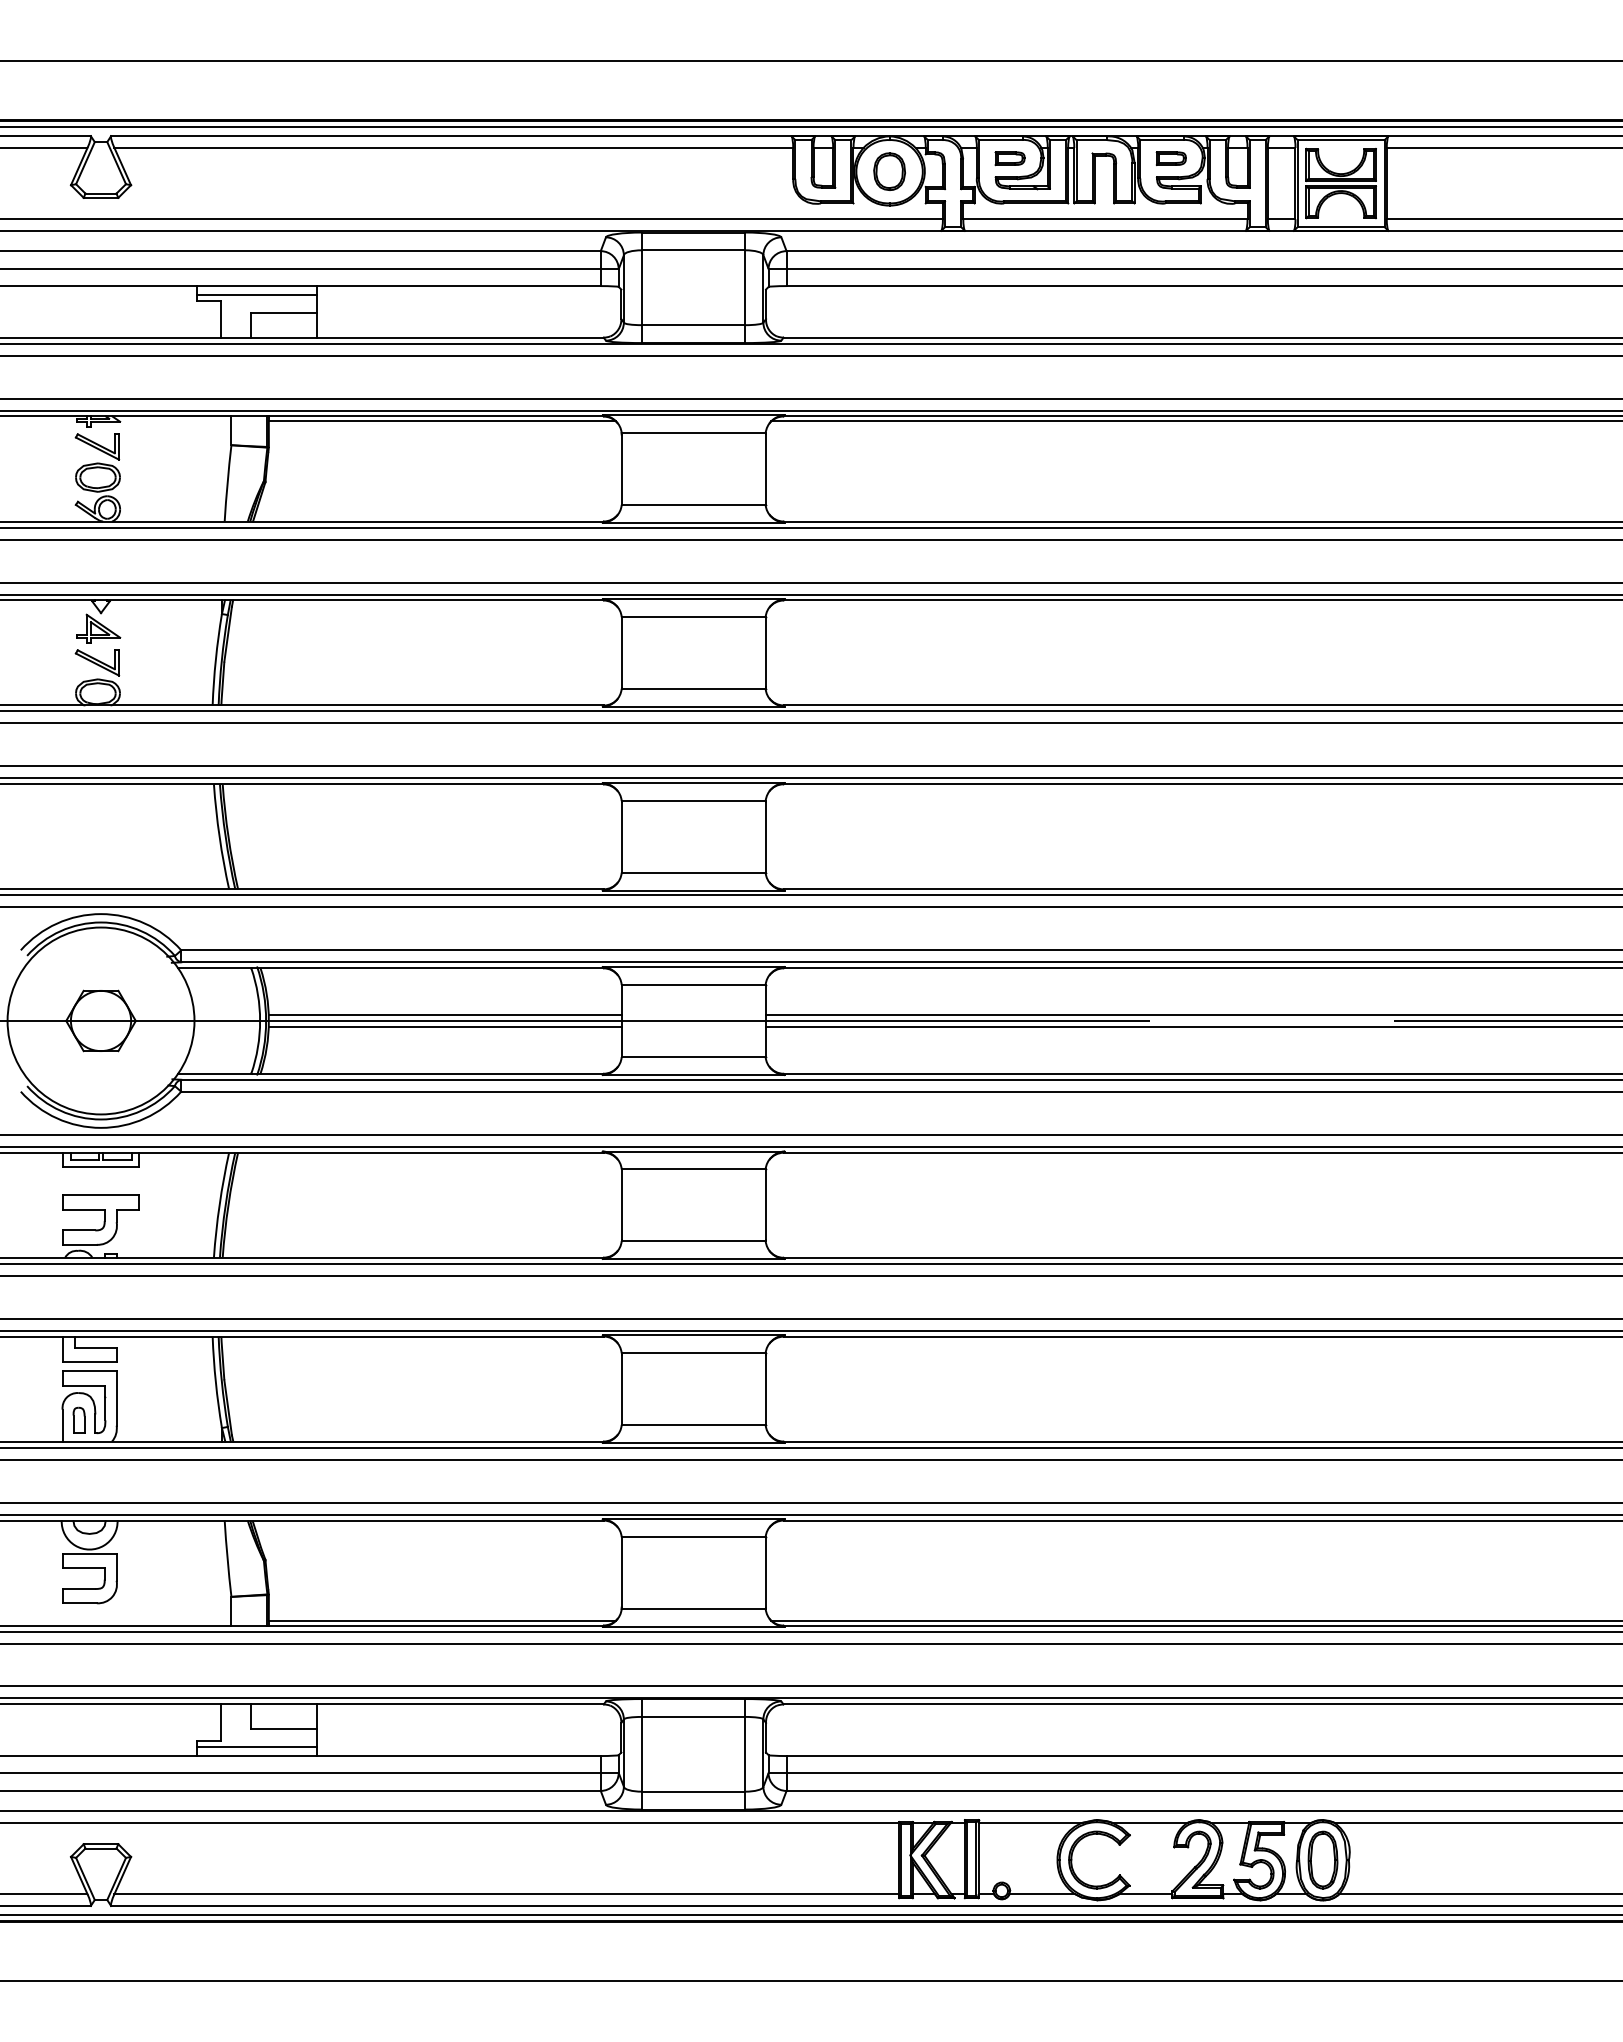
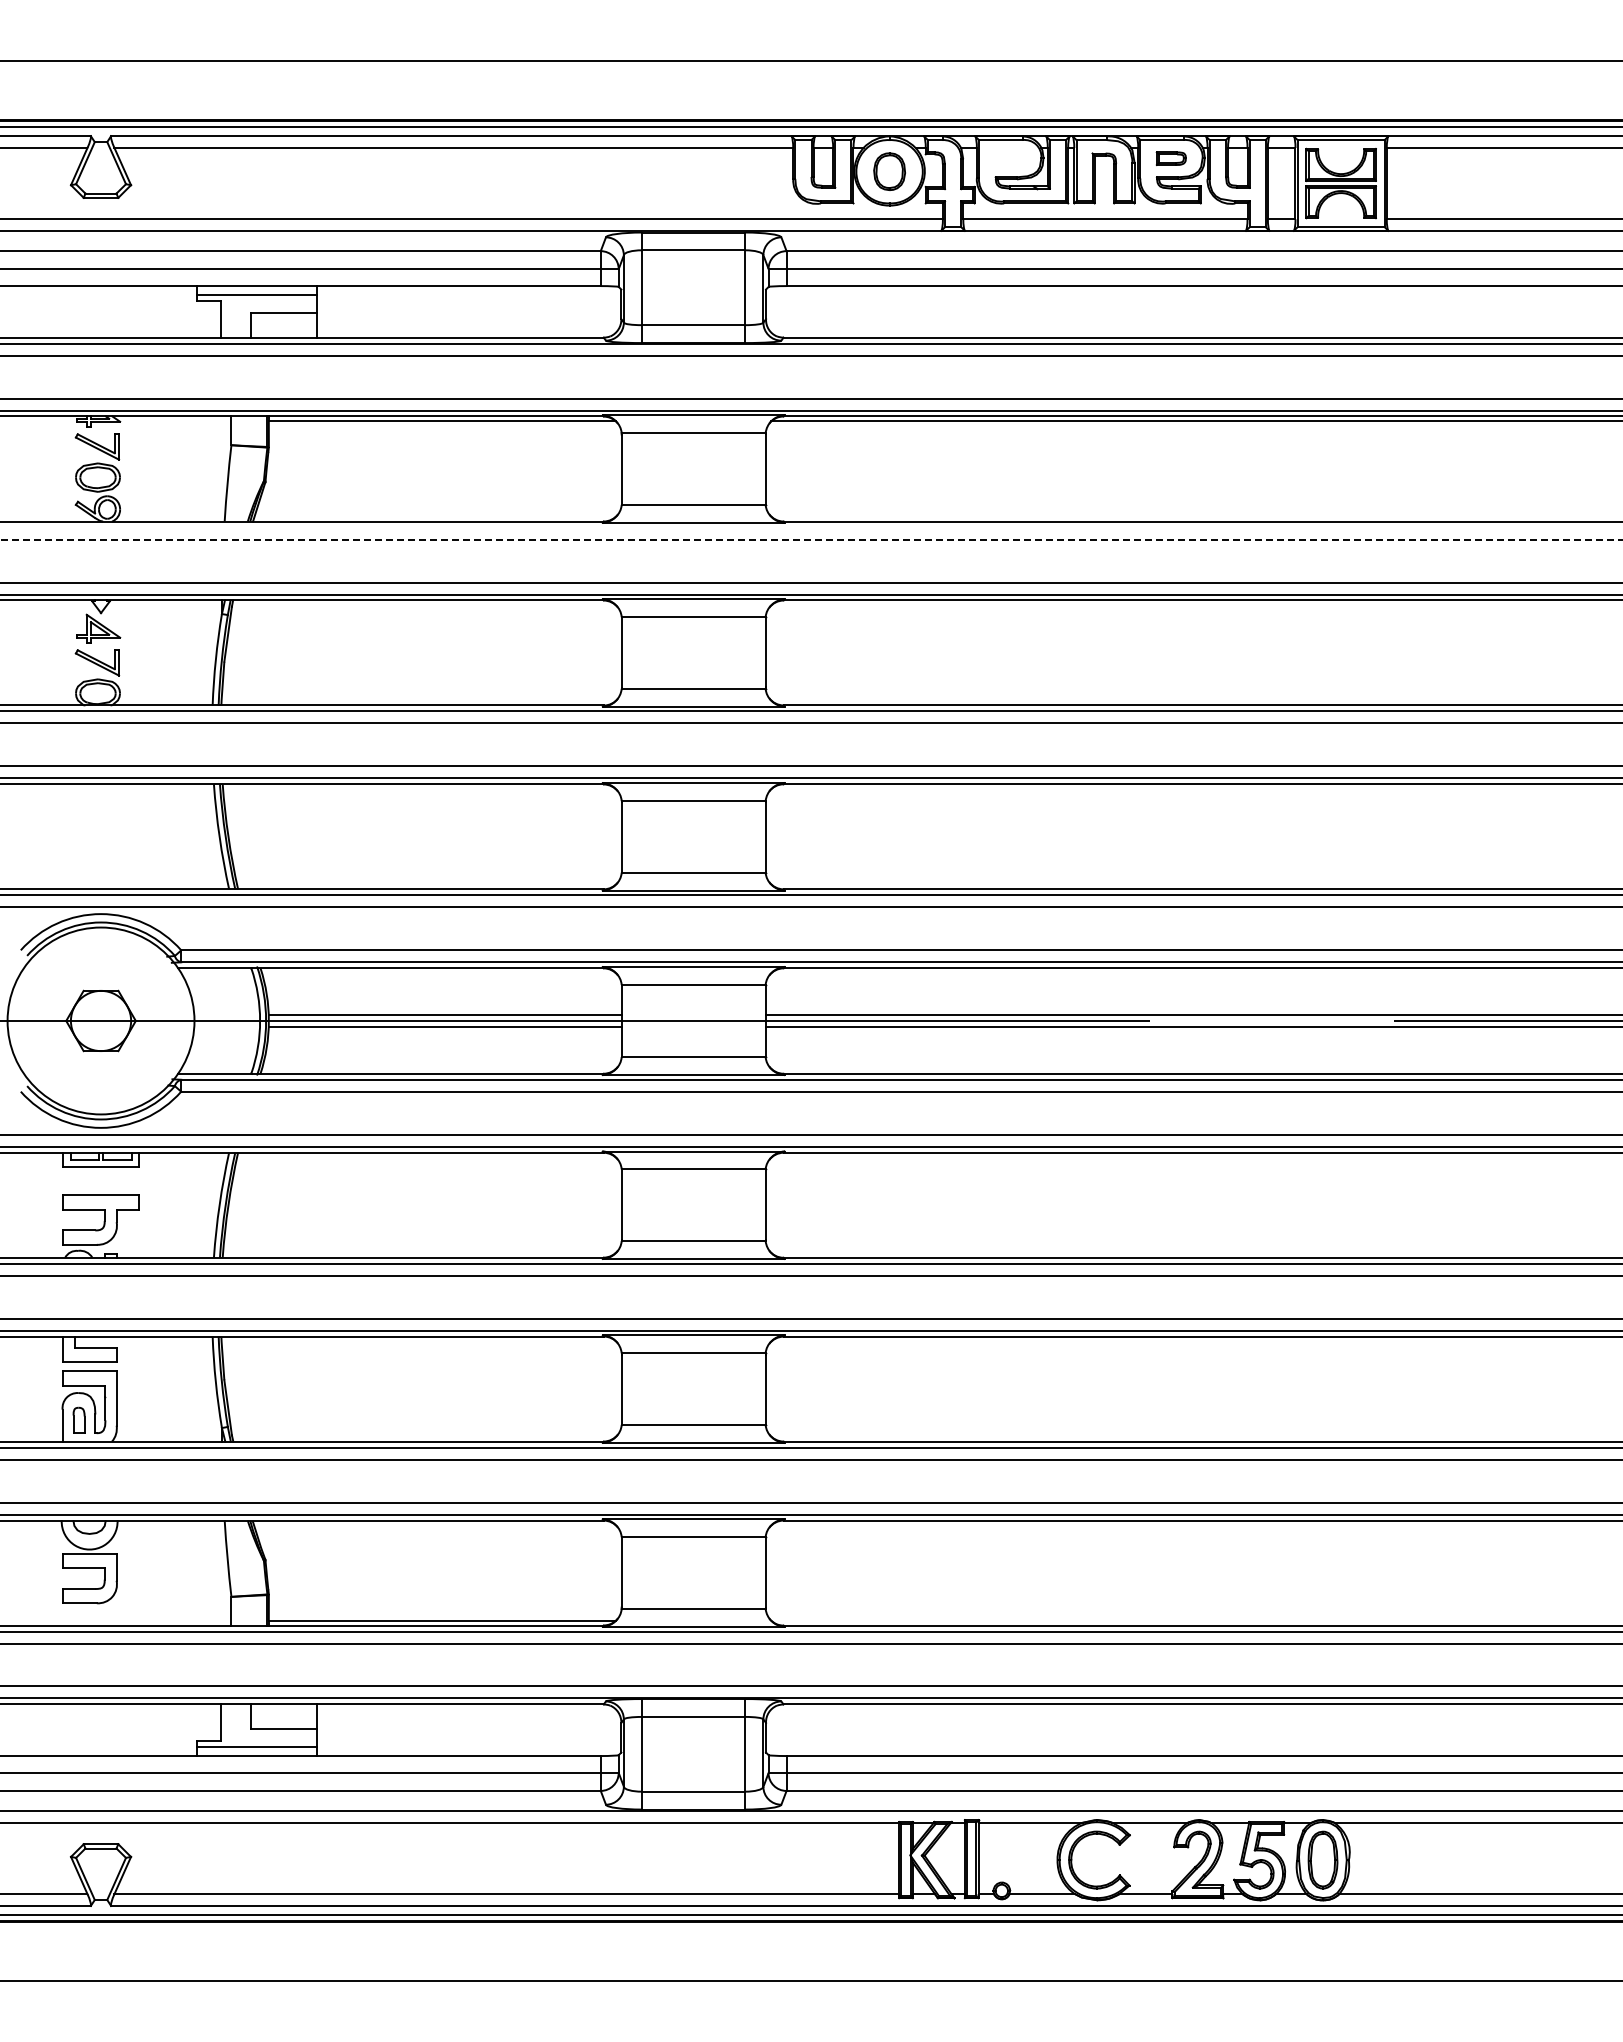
part at (1009, 158): present -> none
line at (810, 527): present -> none
line at (811, 539): solid -> dashed
line at (1195, 1620): present -> none
